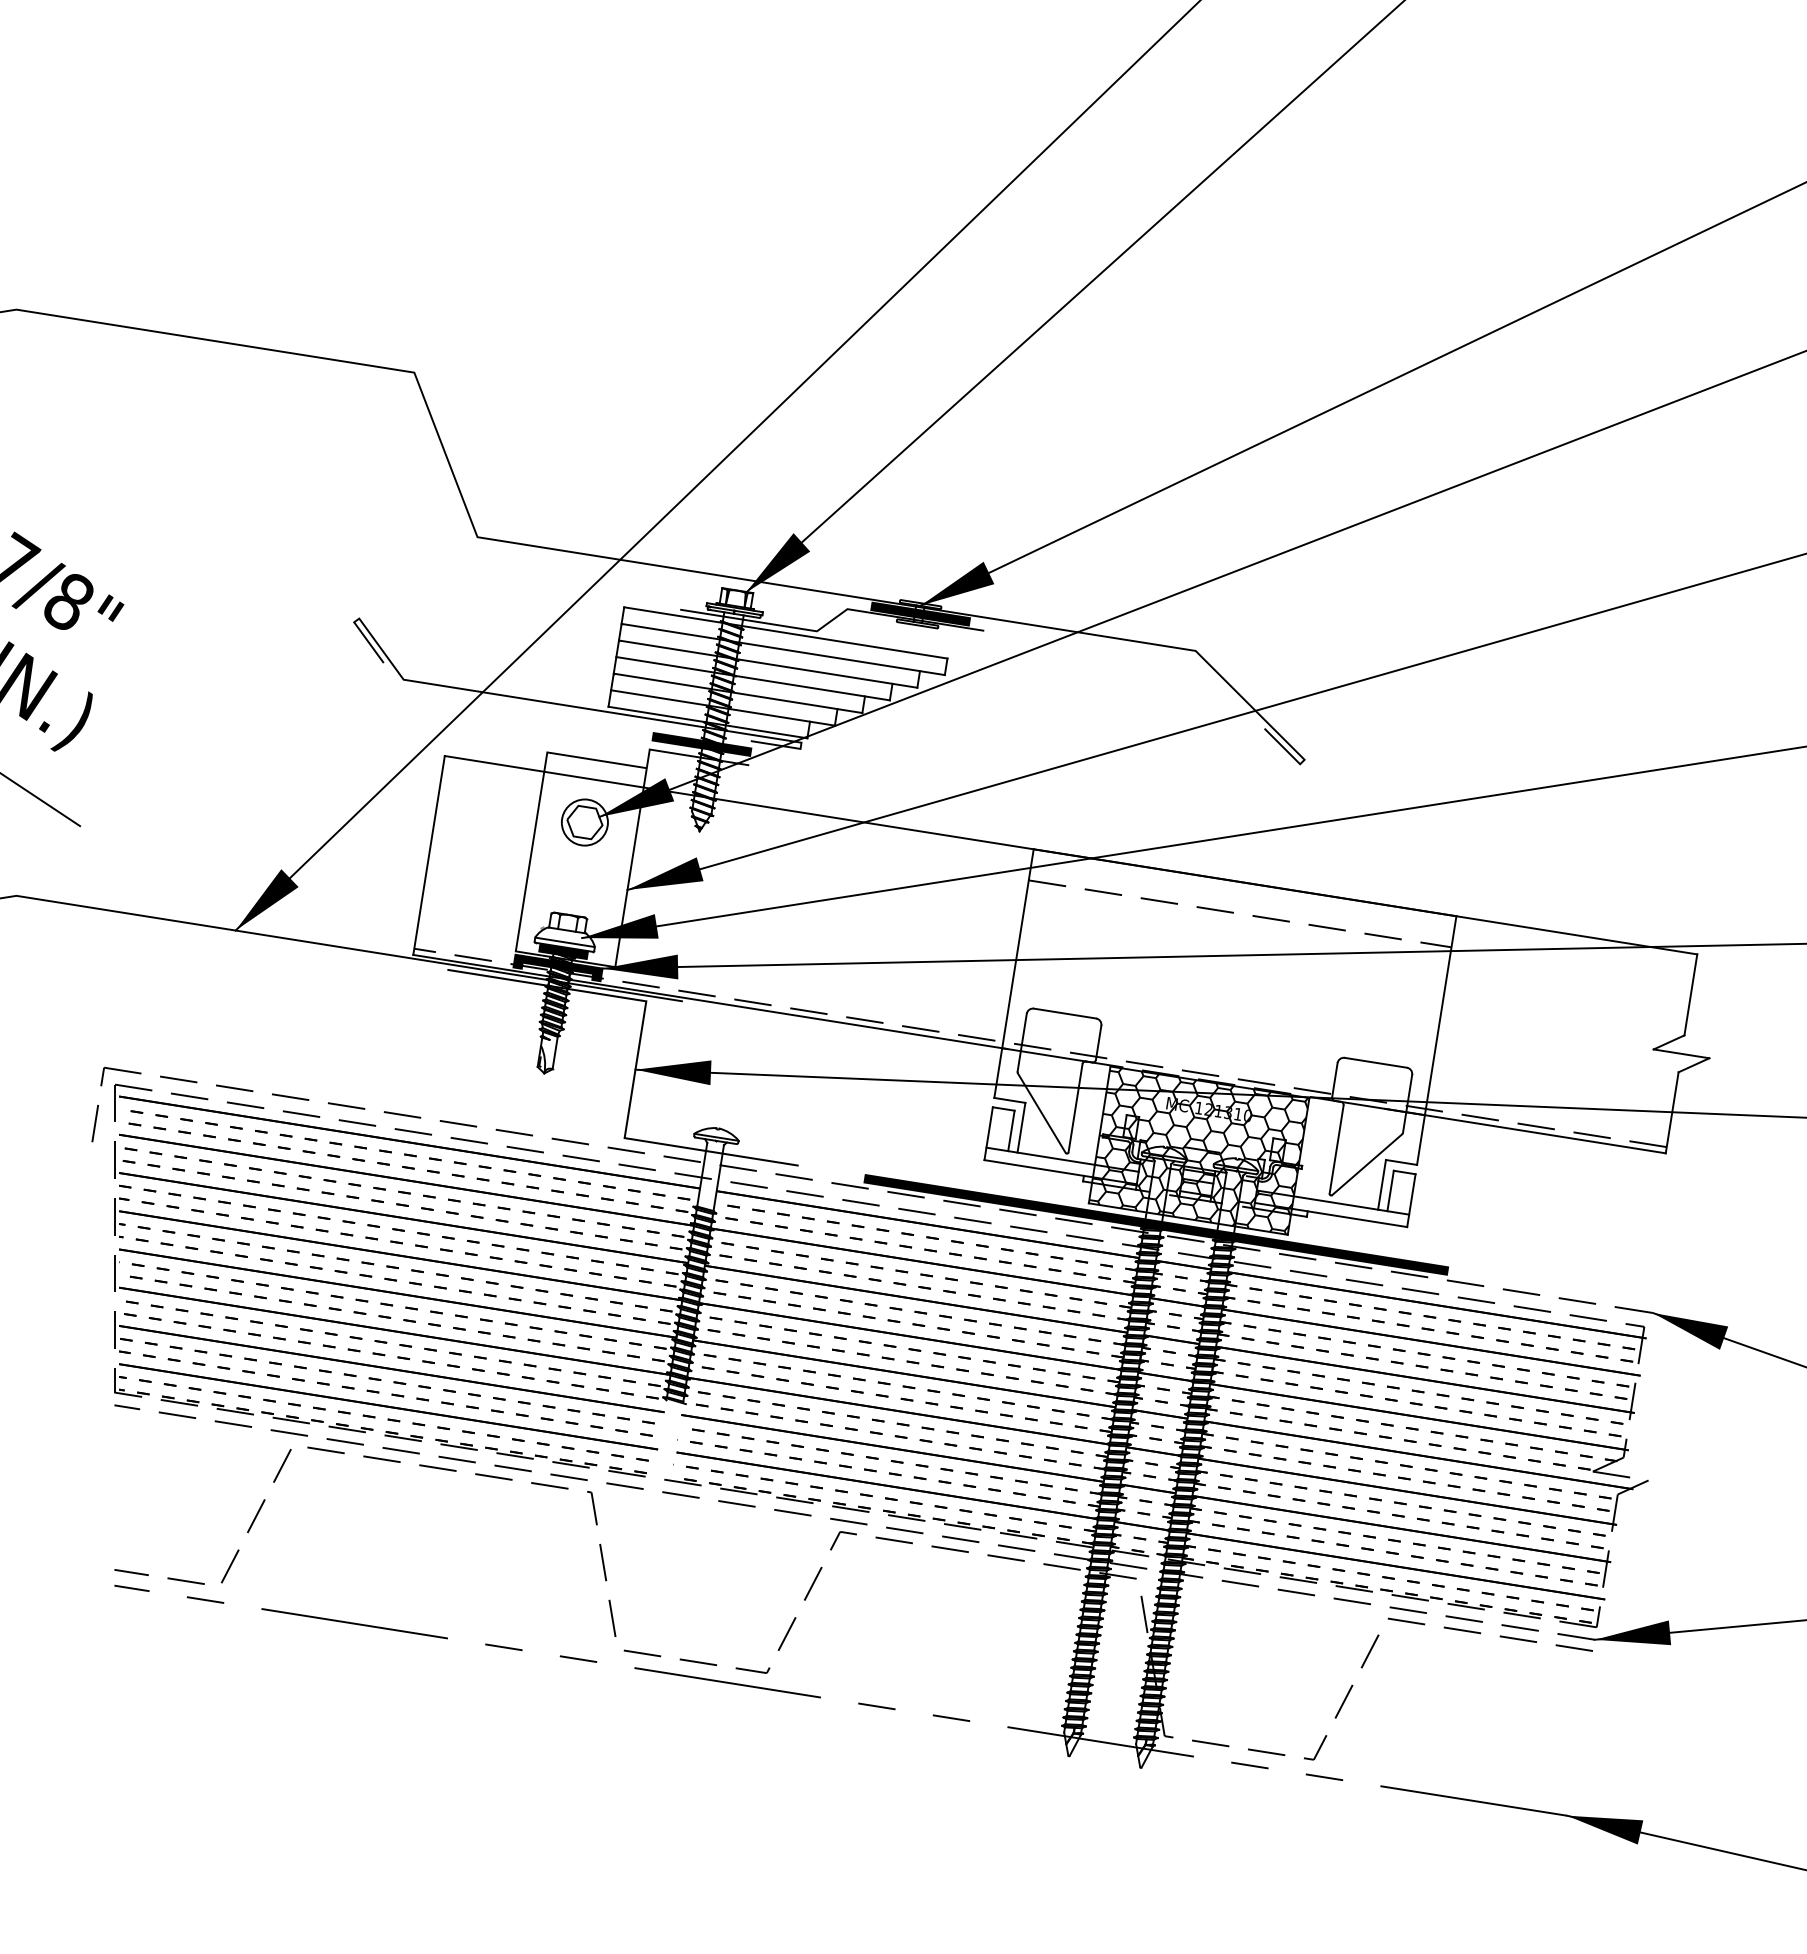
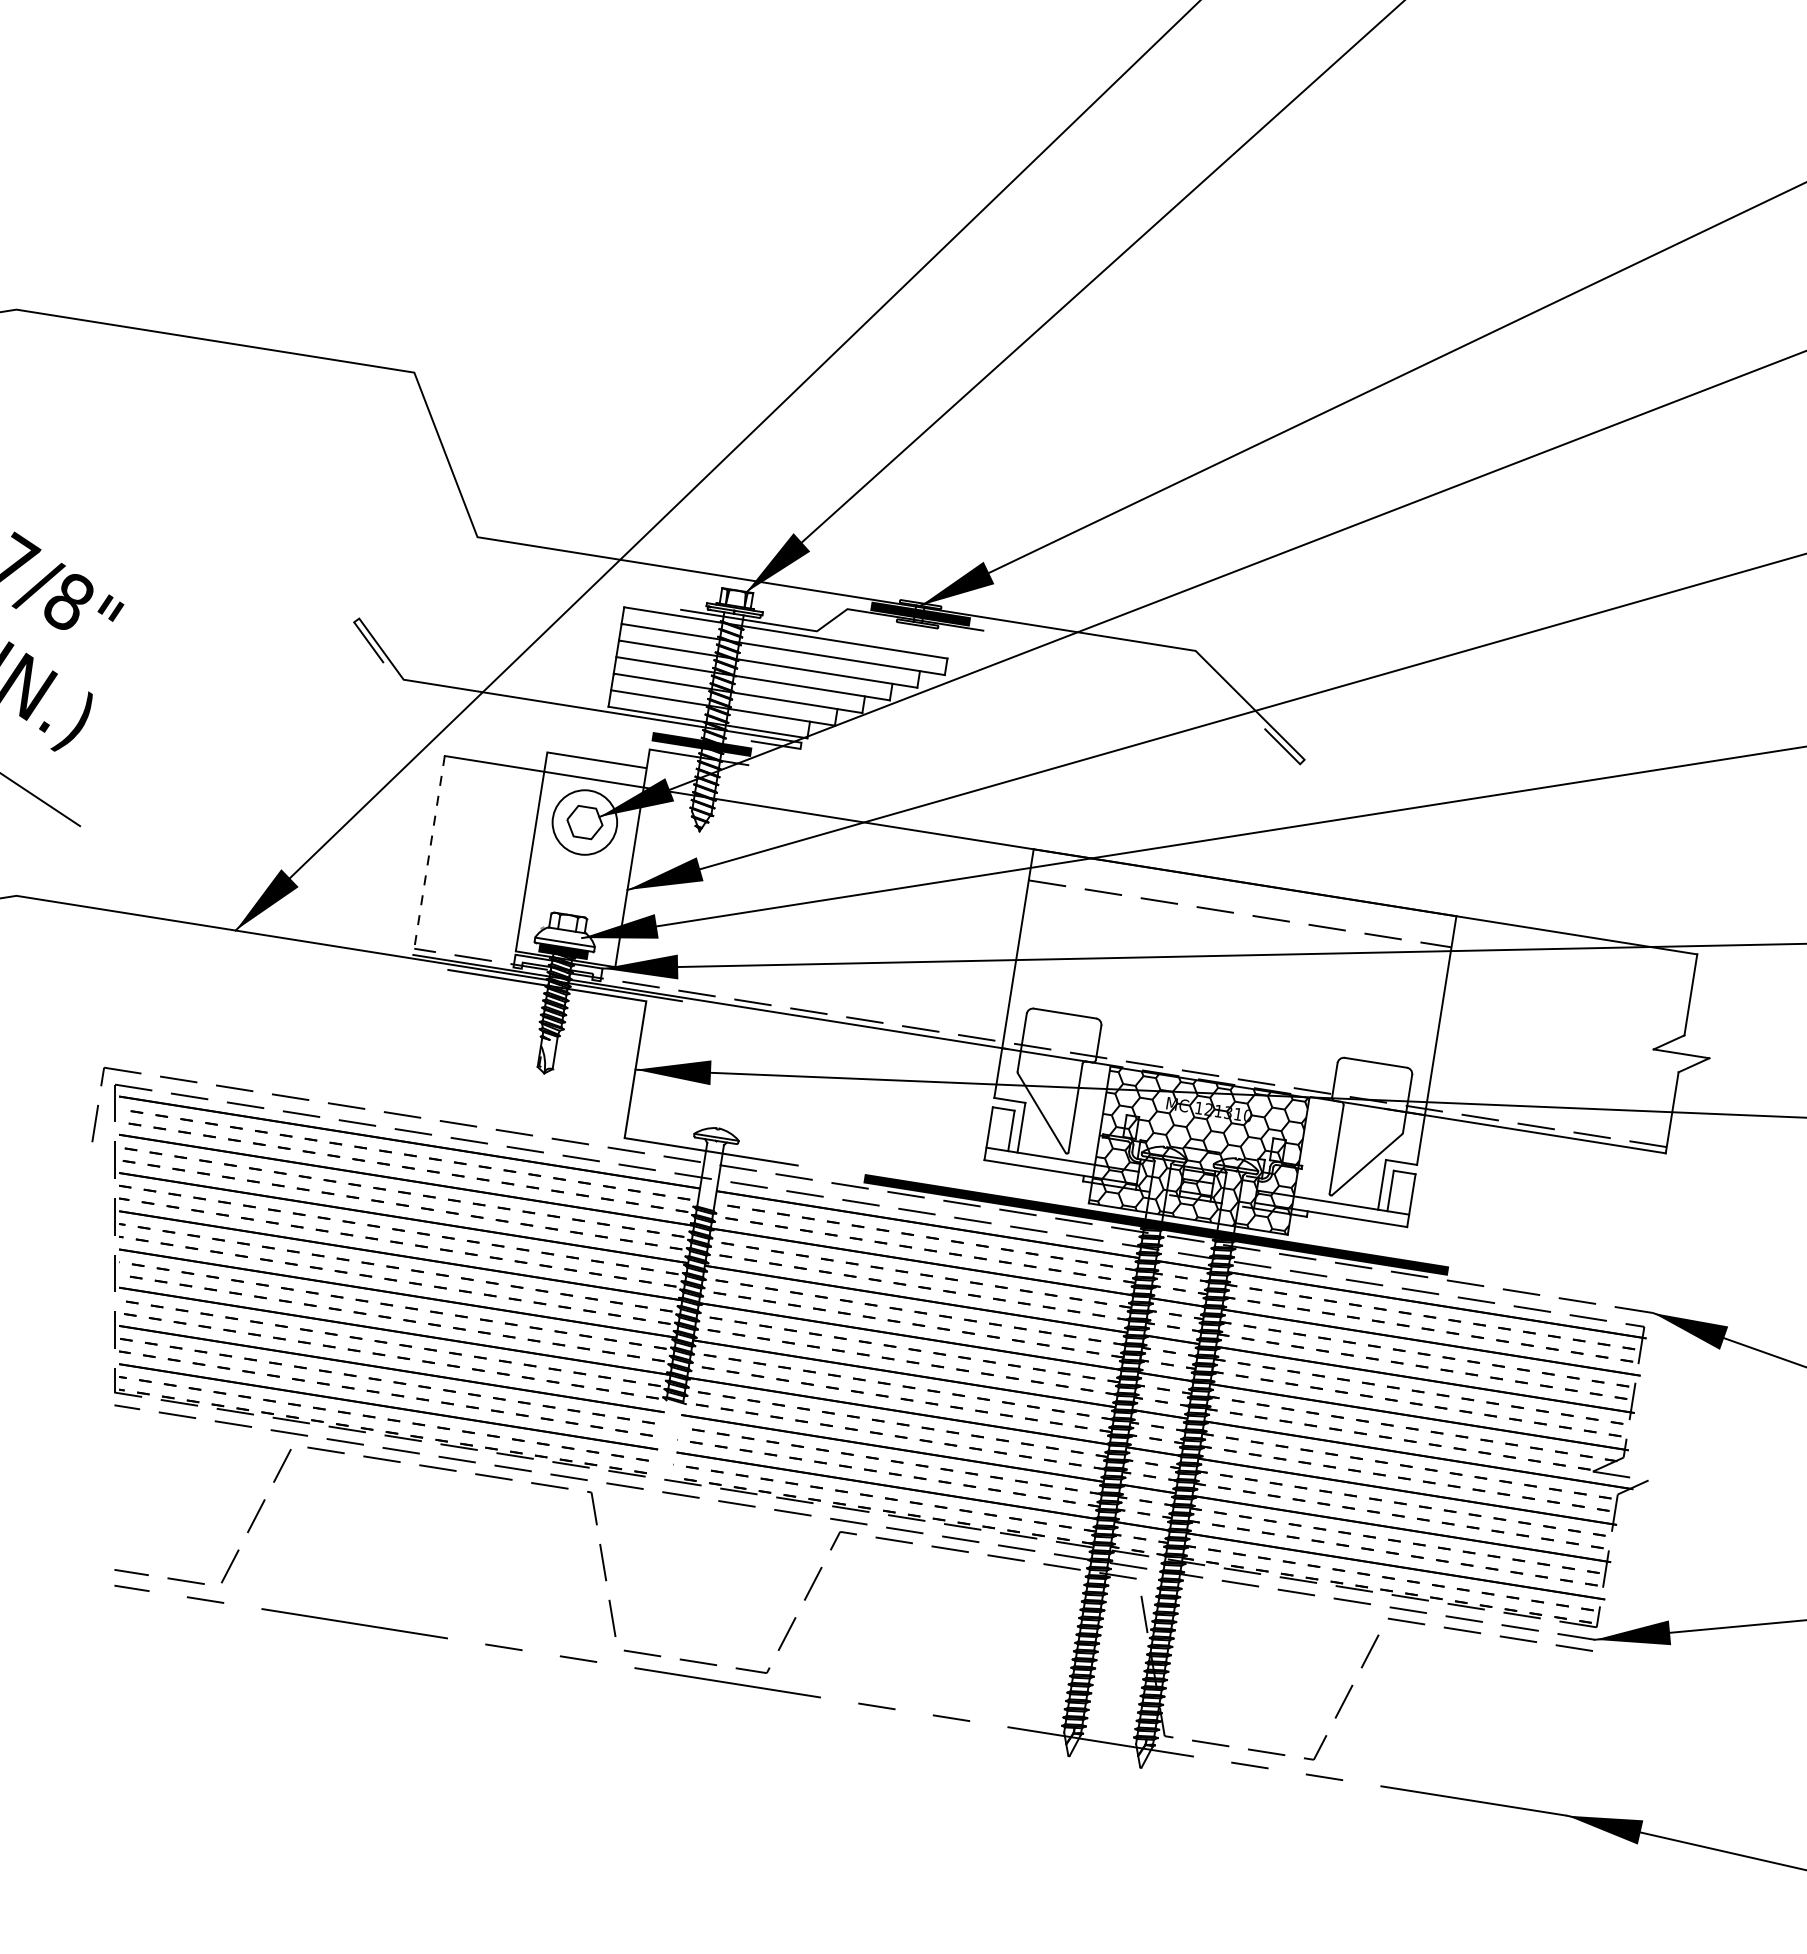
circle at (584, 822) diameter: 46 px -> 65 px
line at (429, 855): solid -> dashed
fill at (557, 967): present -> none
